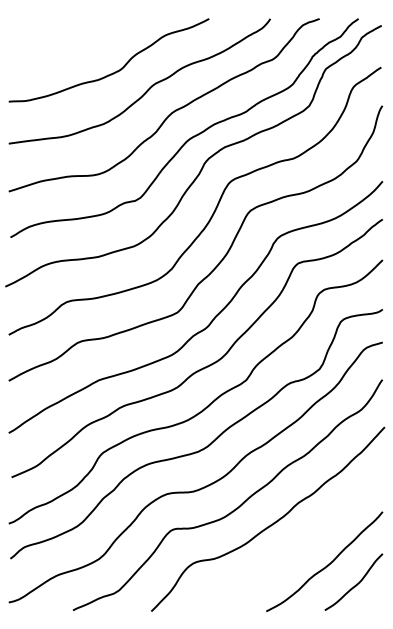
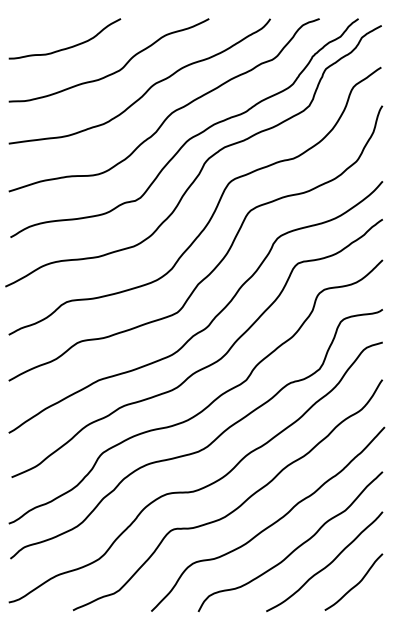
curve at (66, 47): none -> present
curve at (296, 547): none -> present
